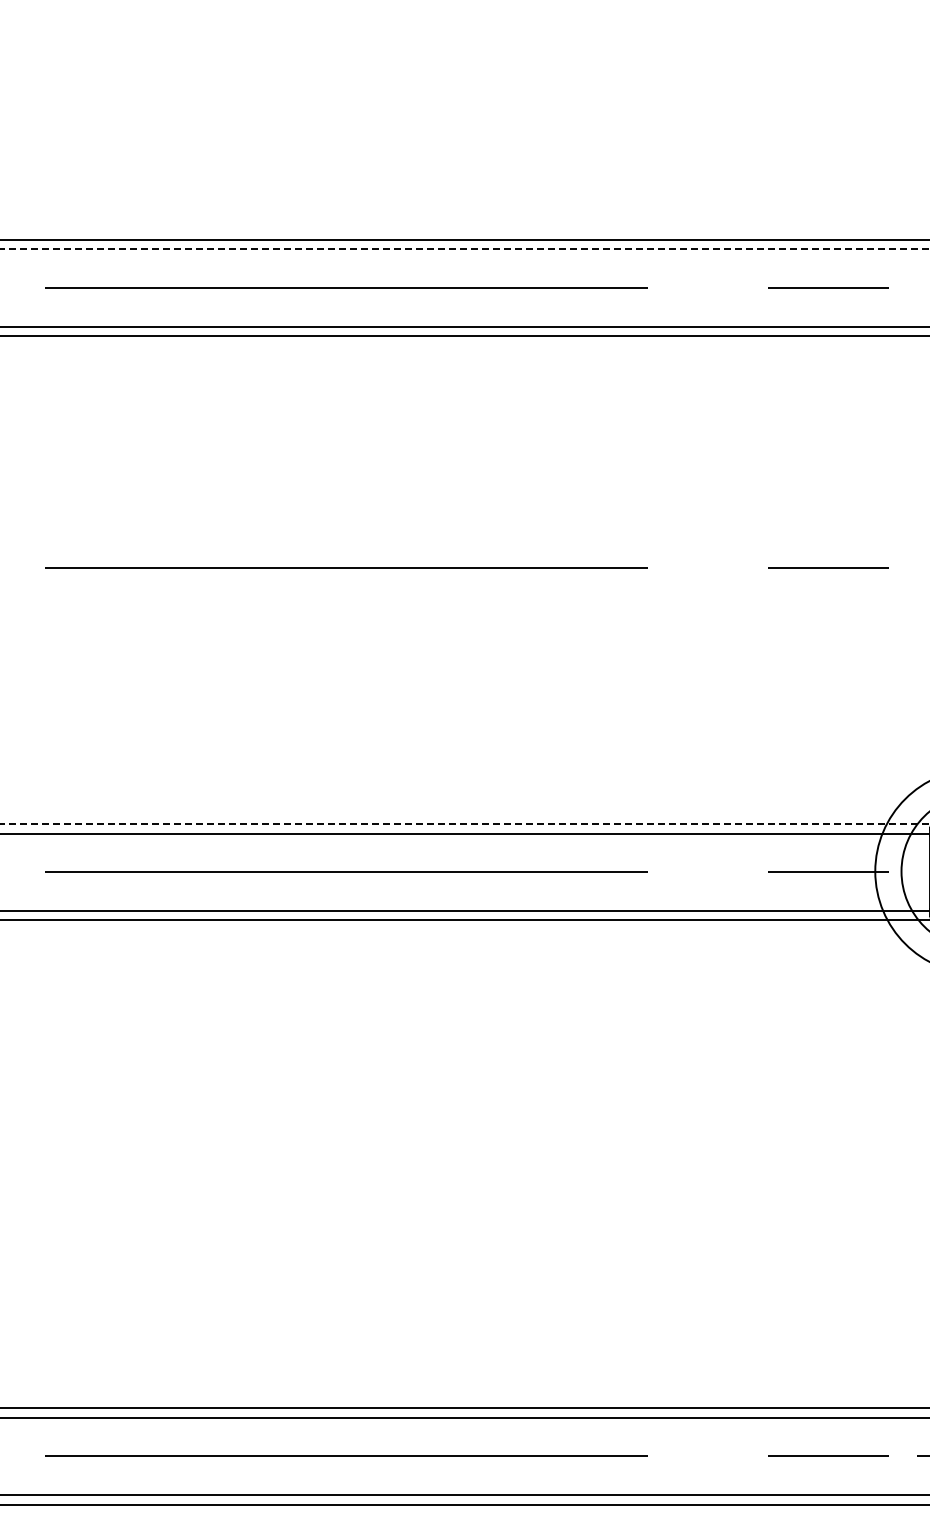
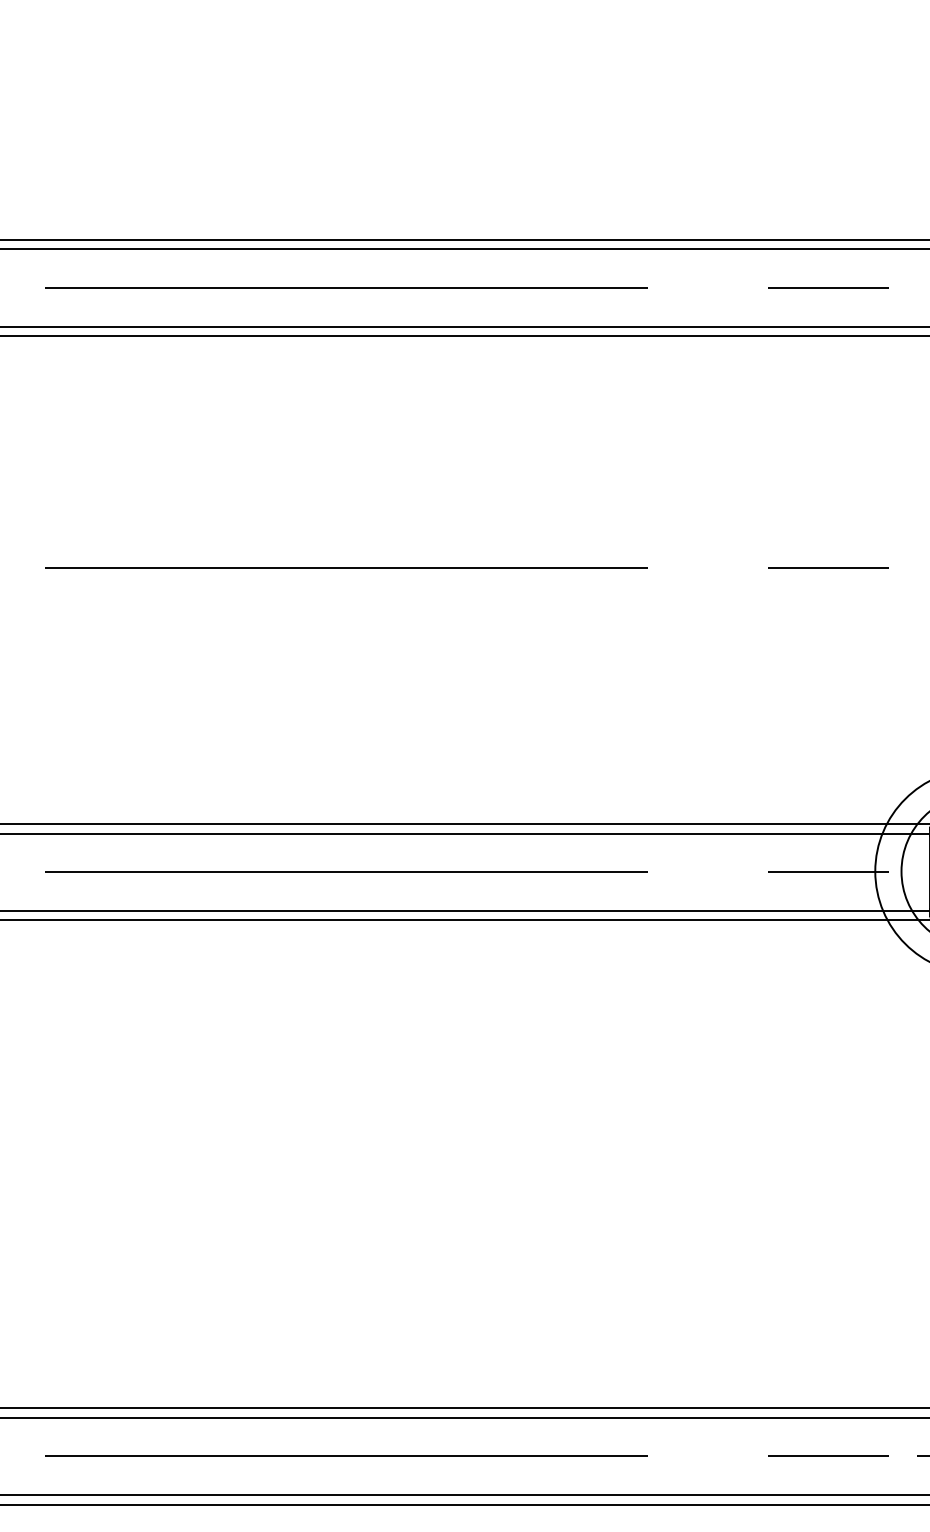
line at (465, 249): dashed -> solid
line at (465, 823): dashed -> solid
